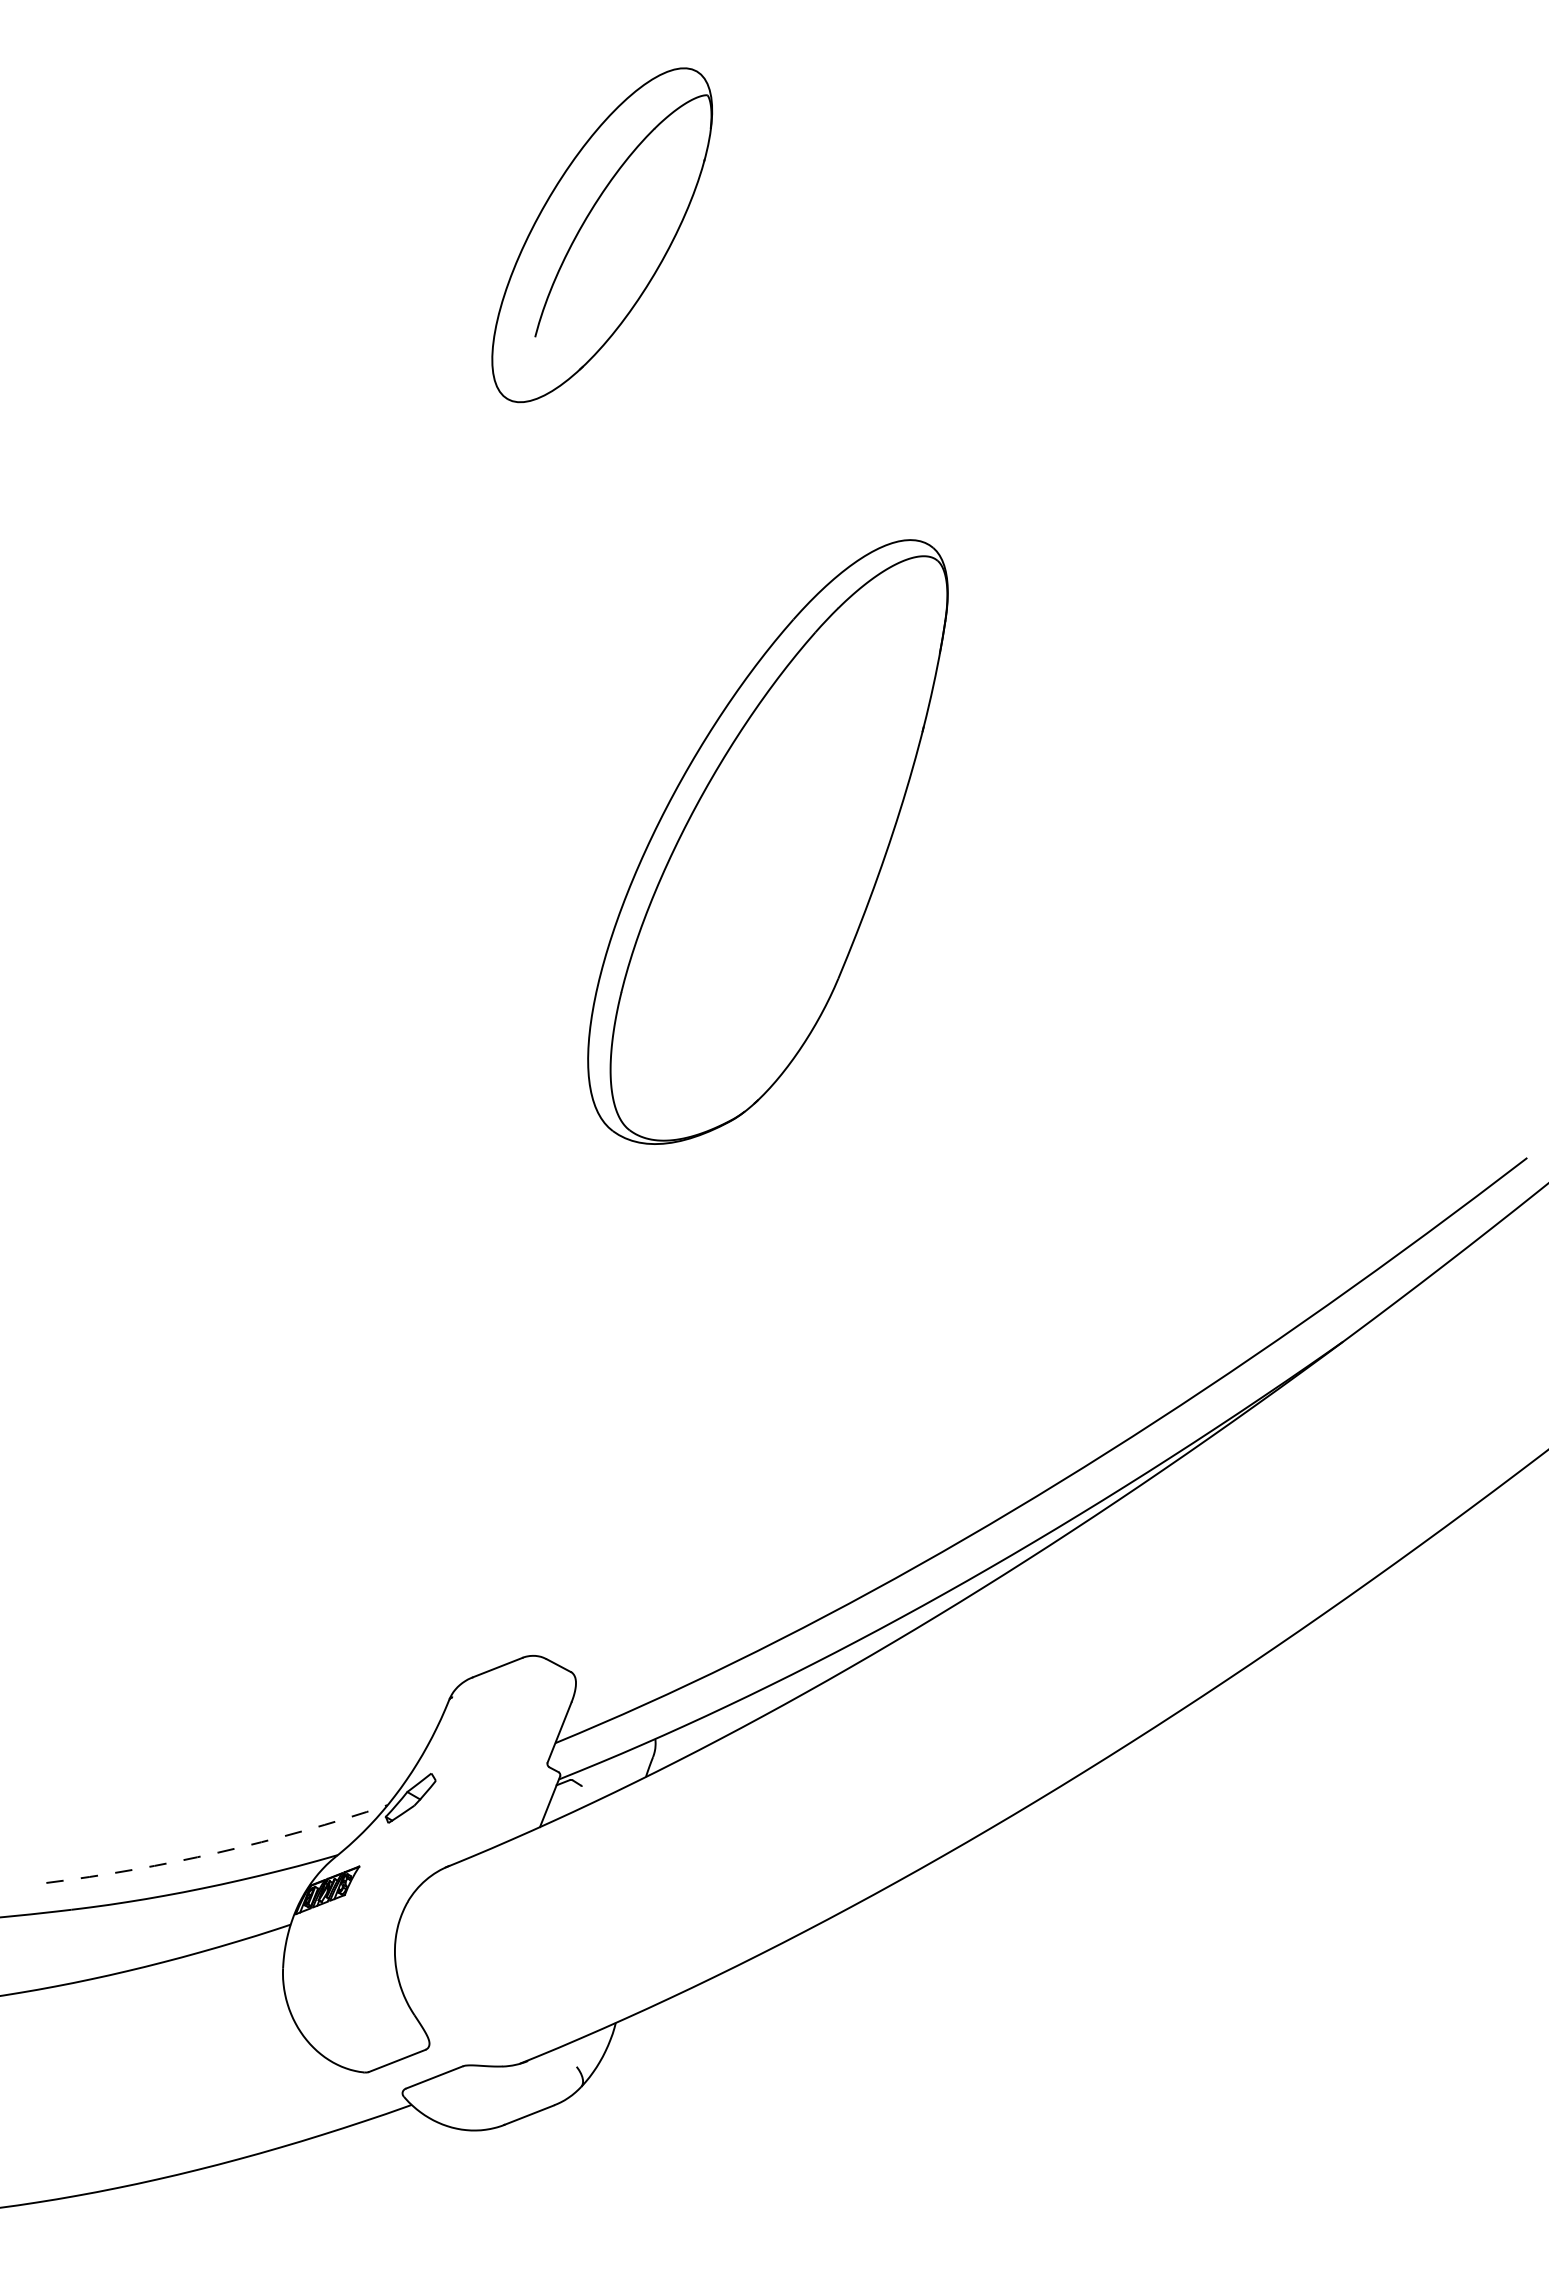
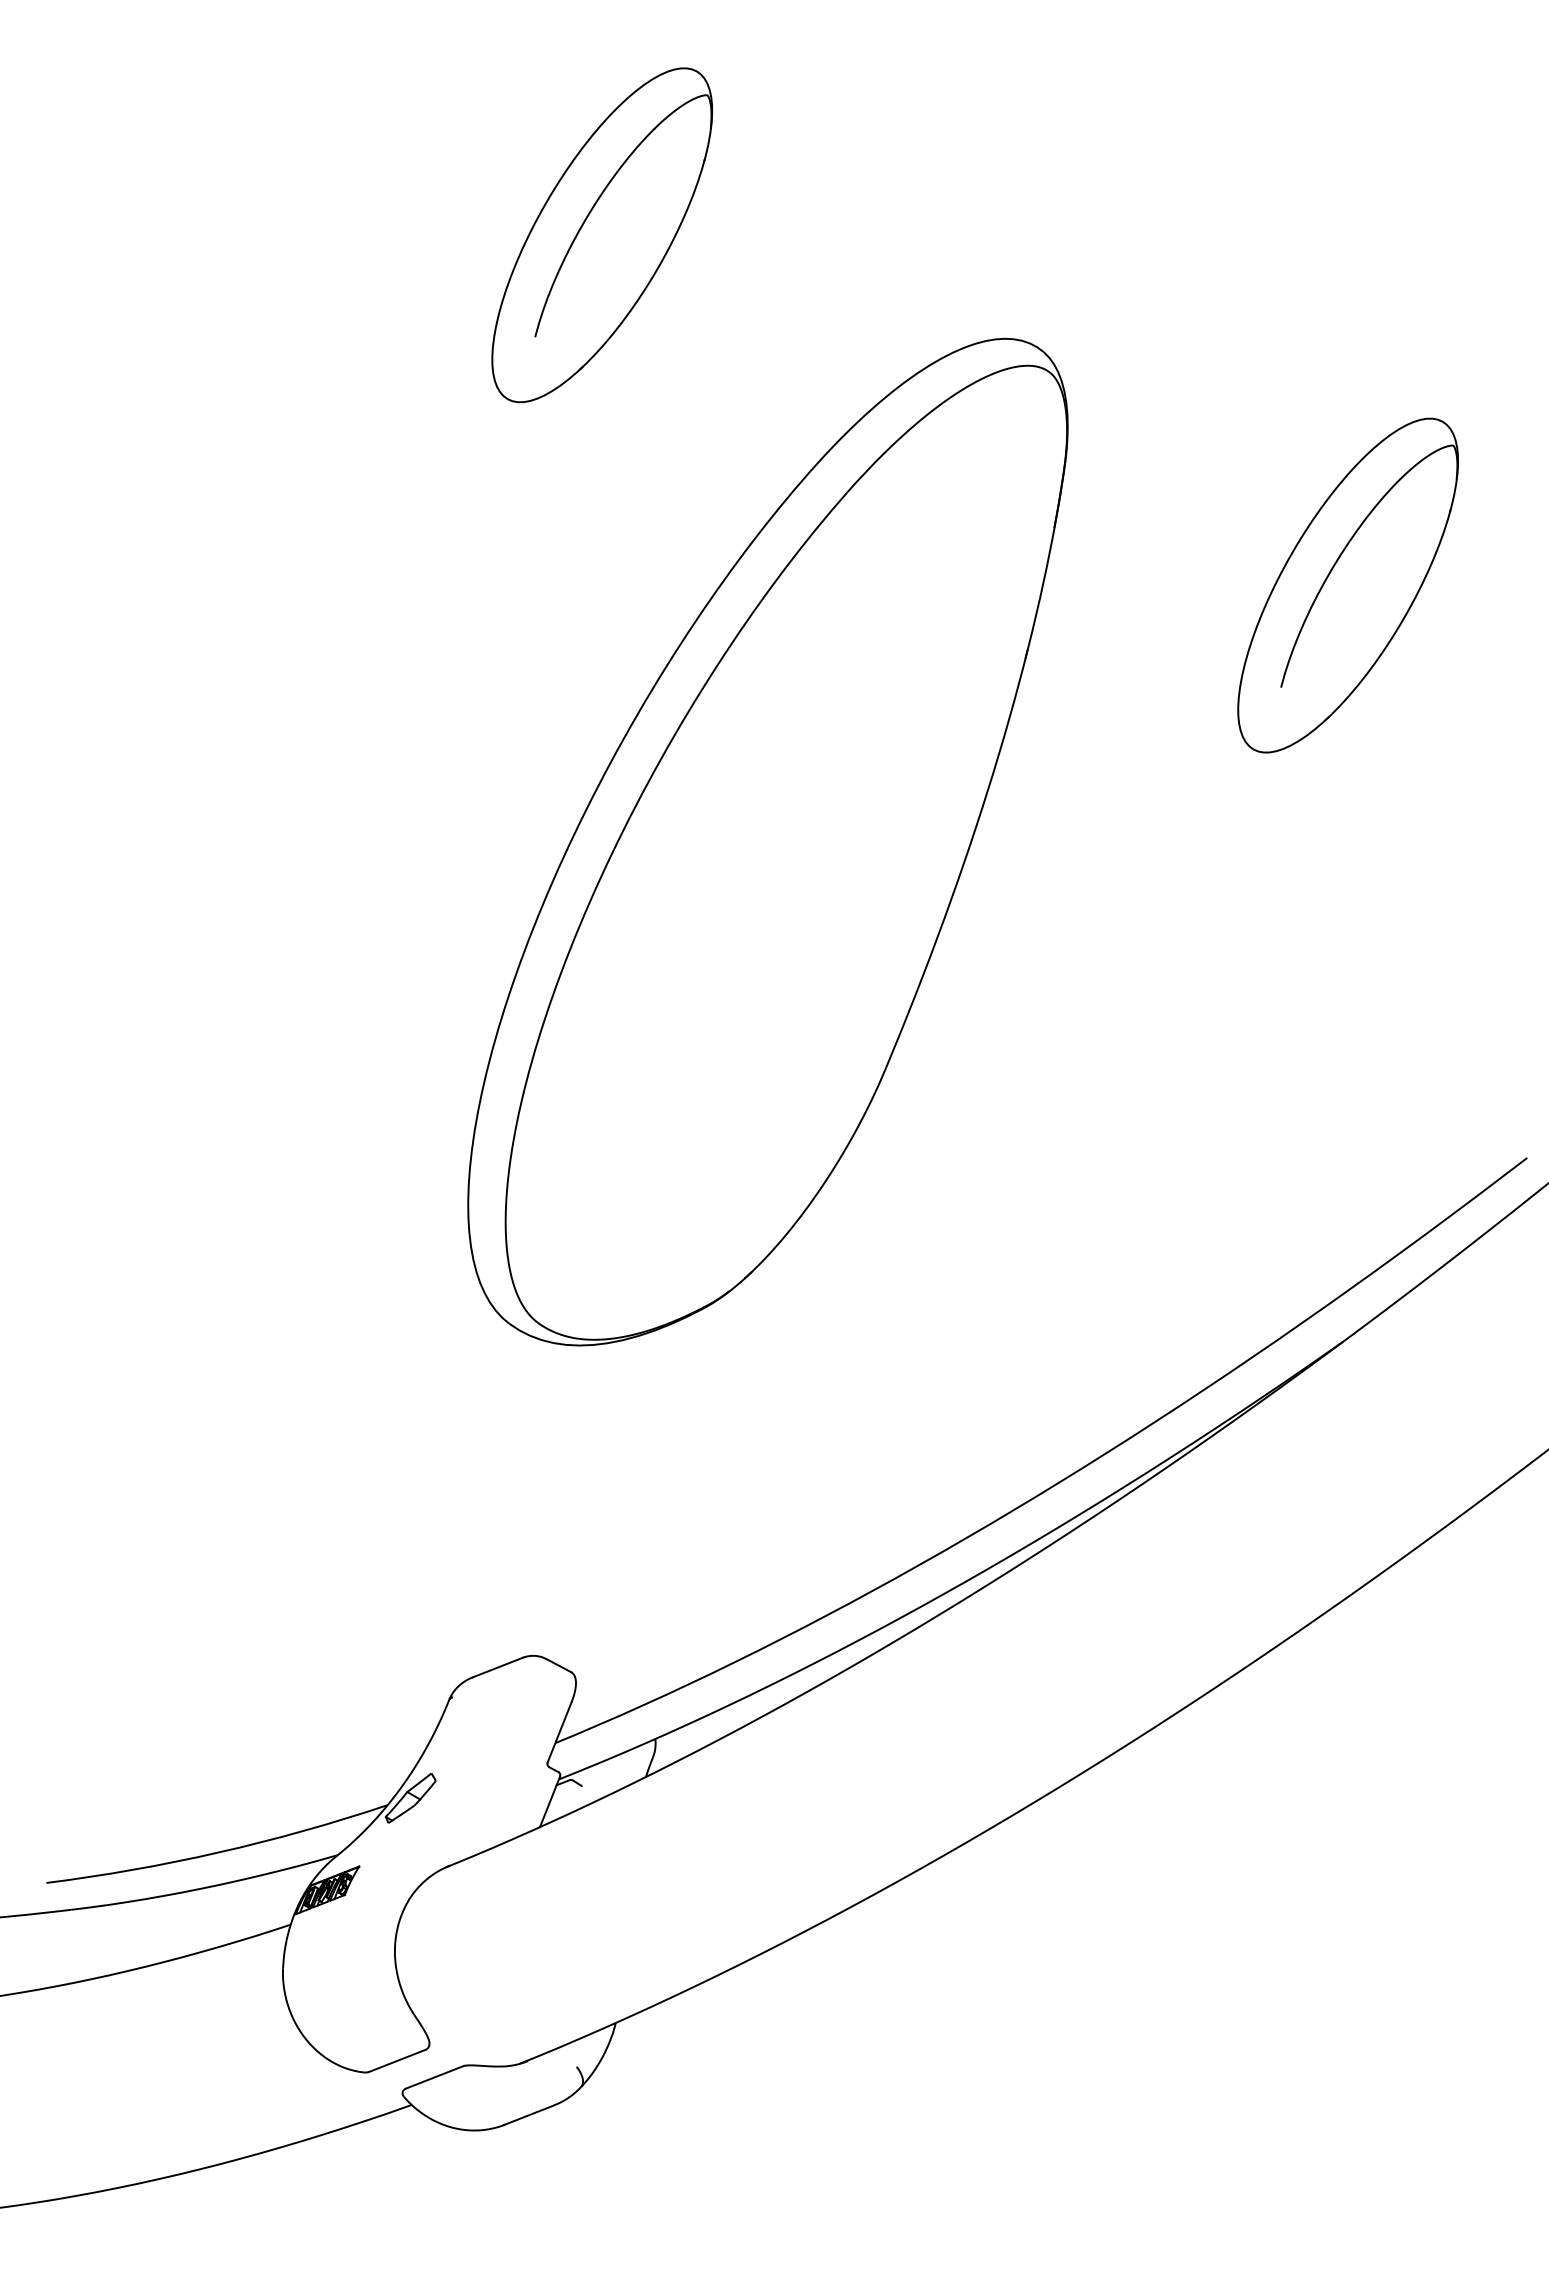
part at (1347, 585): none -> present
part at (767, 841) size: 362x606 px -> 602x1010 px
arc at (218, 1852): dashed -> solid
